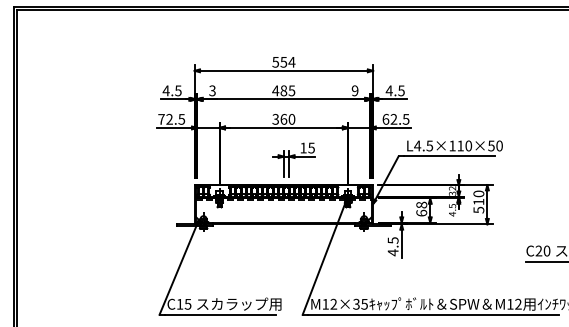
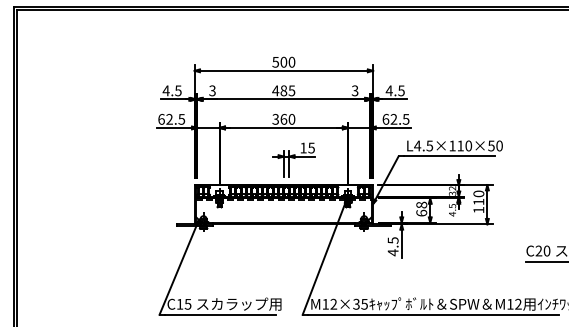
text at (287, 61): 554 -> 500
text at (354, 90): 9 -> 3
text at (161, 118): 72.5 -> 62.5
text at (478, 209): 510 -> 110
